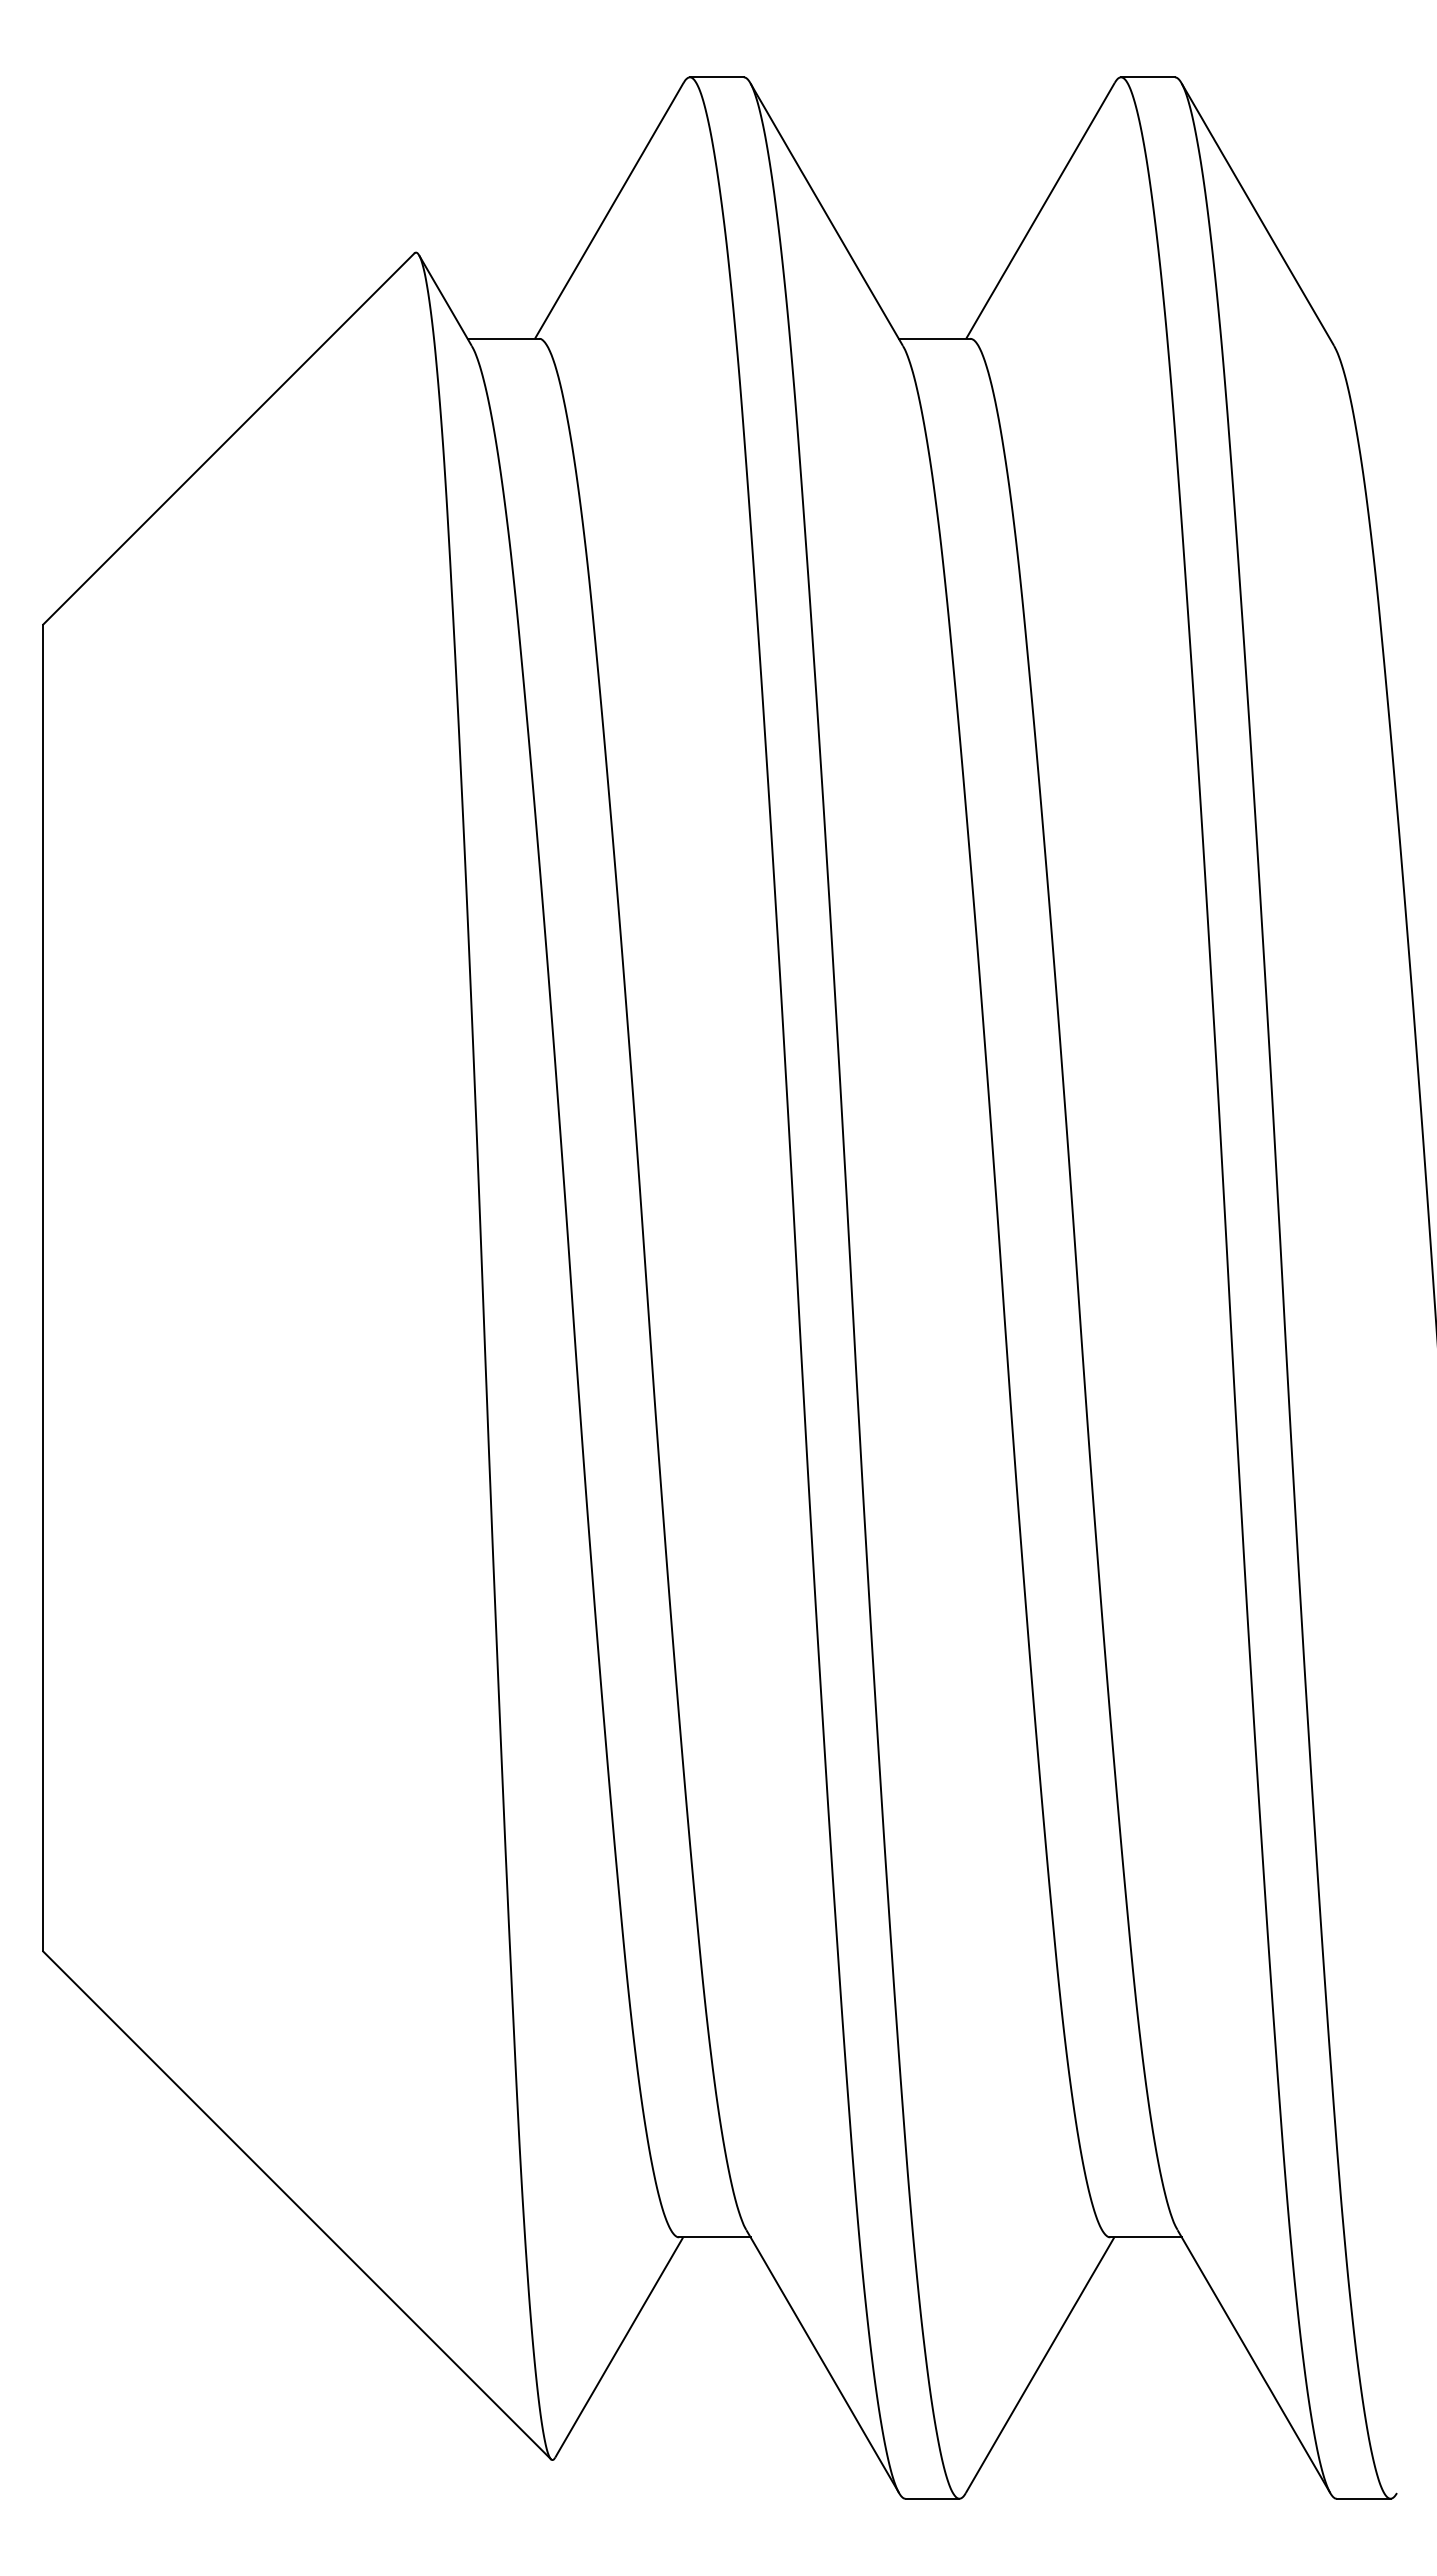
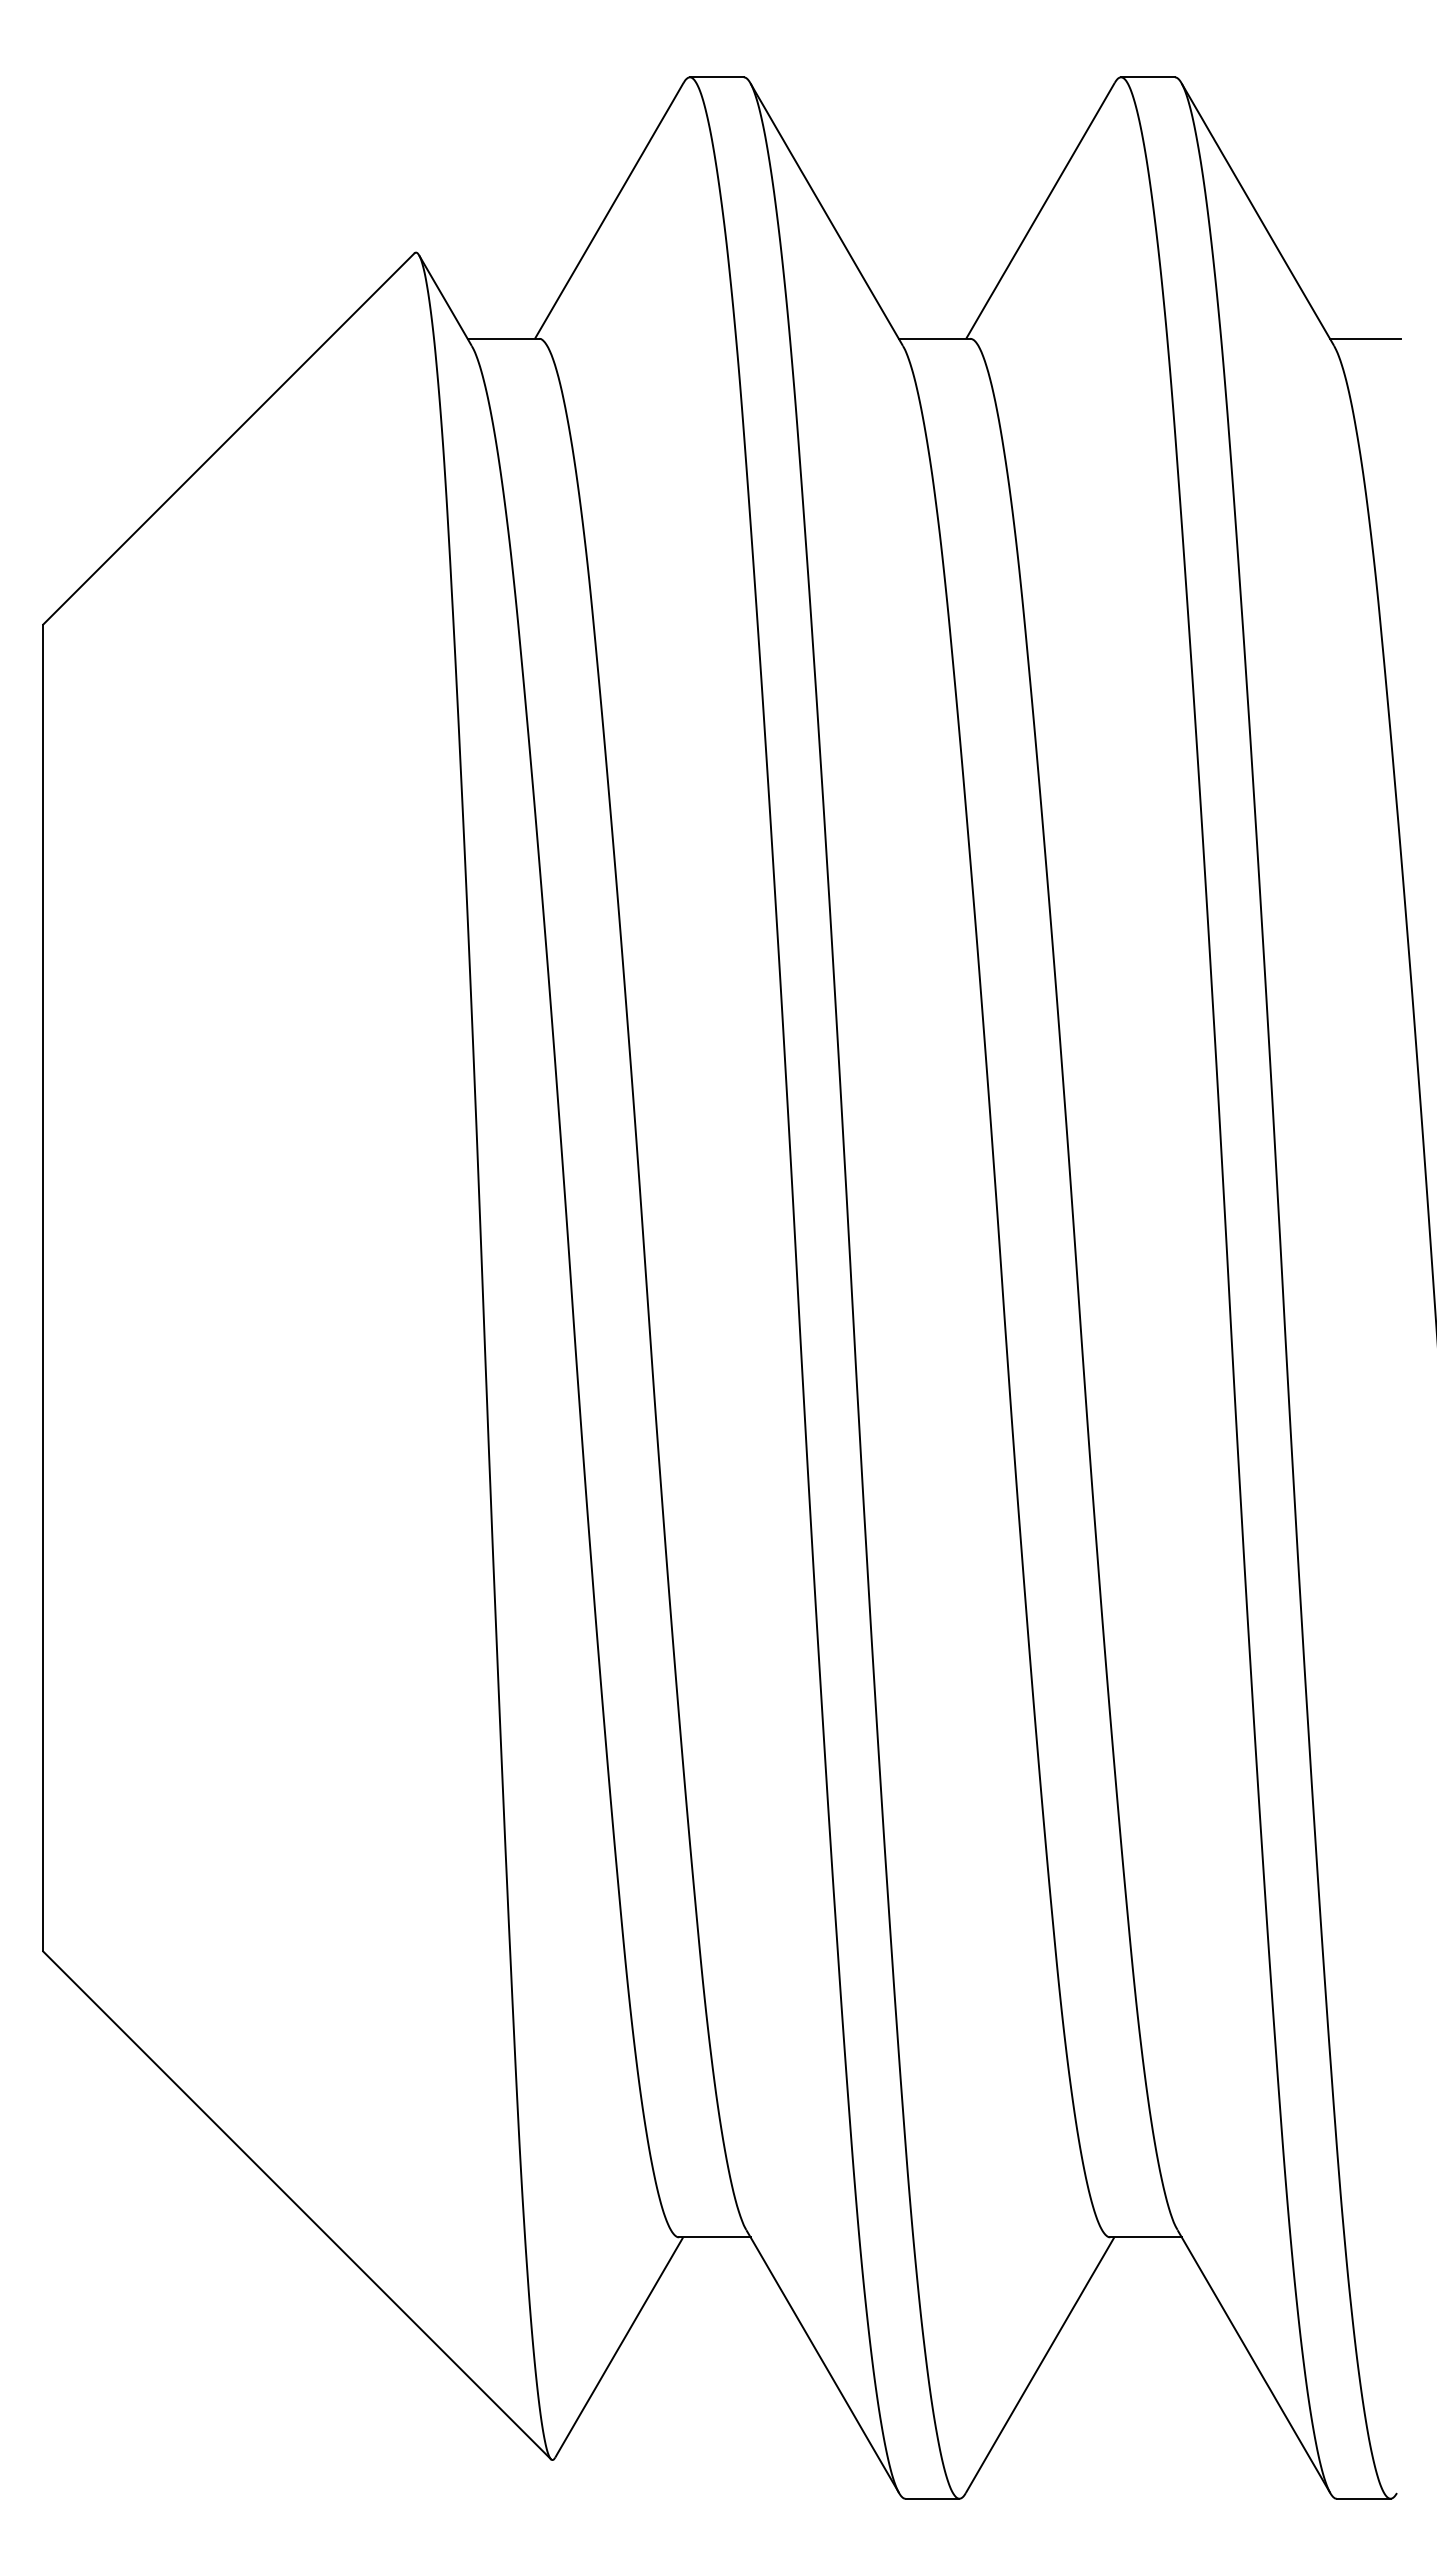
line at (1365, 338): none -> present
